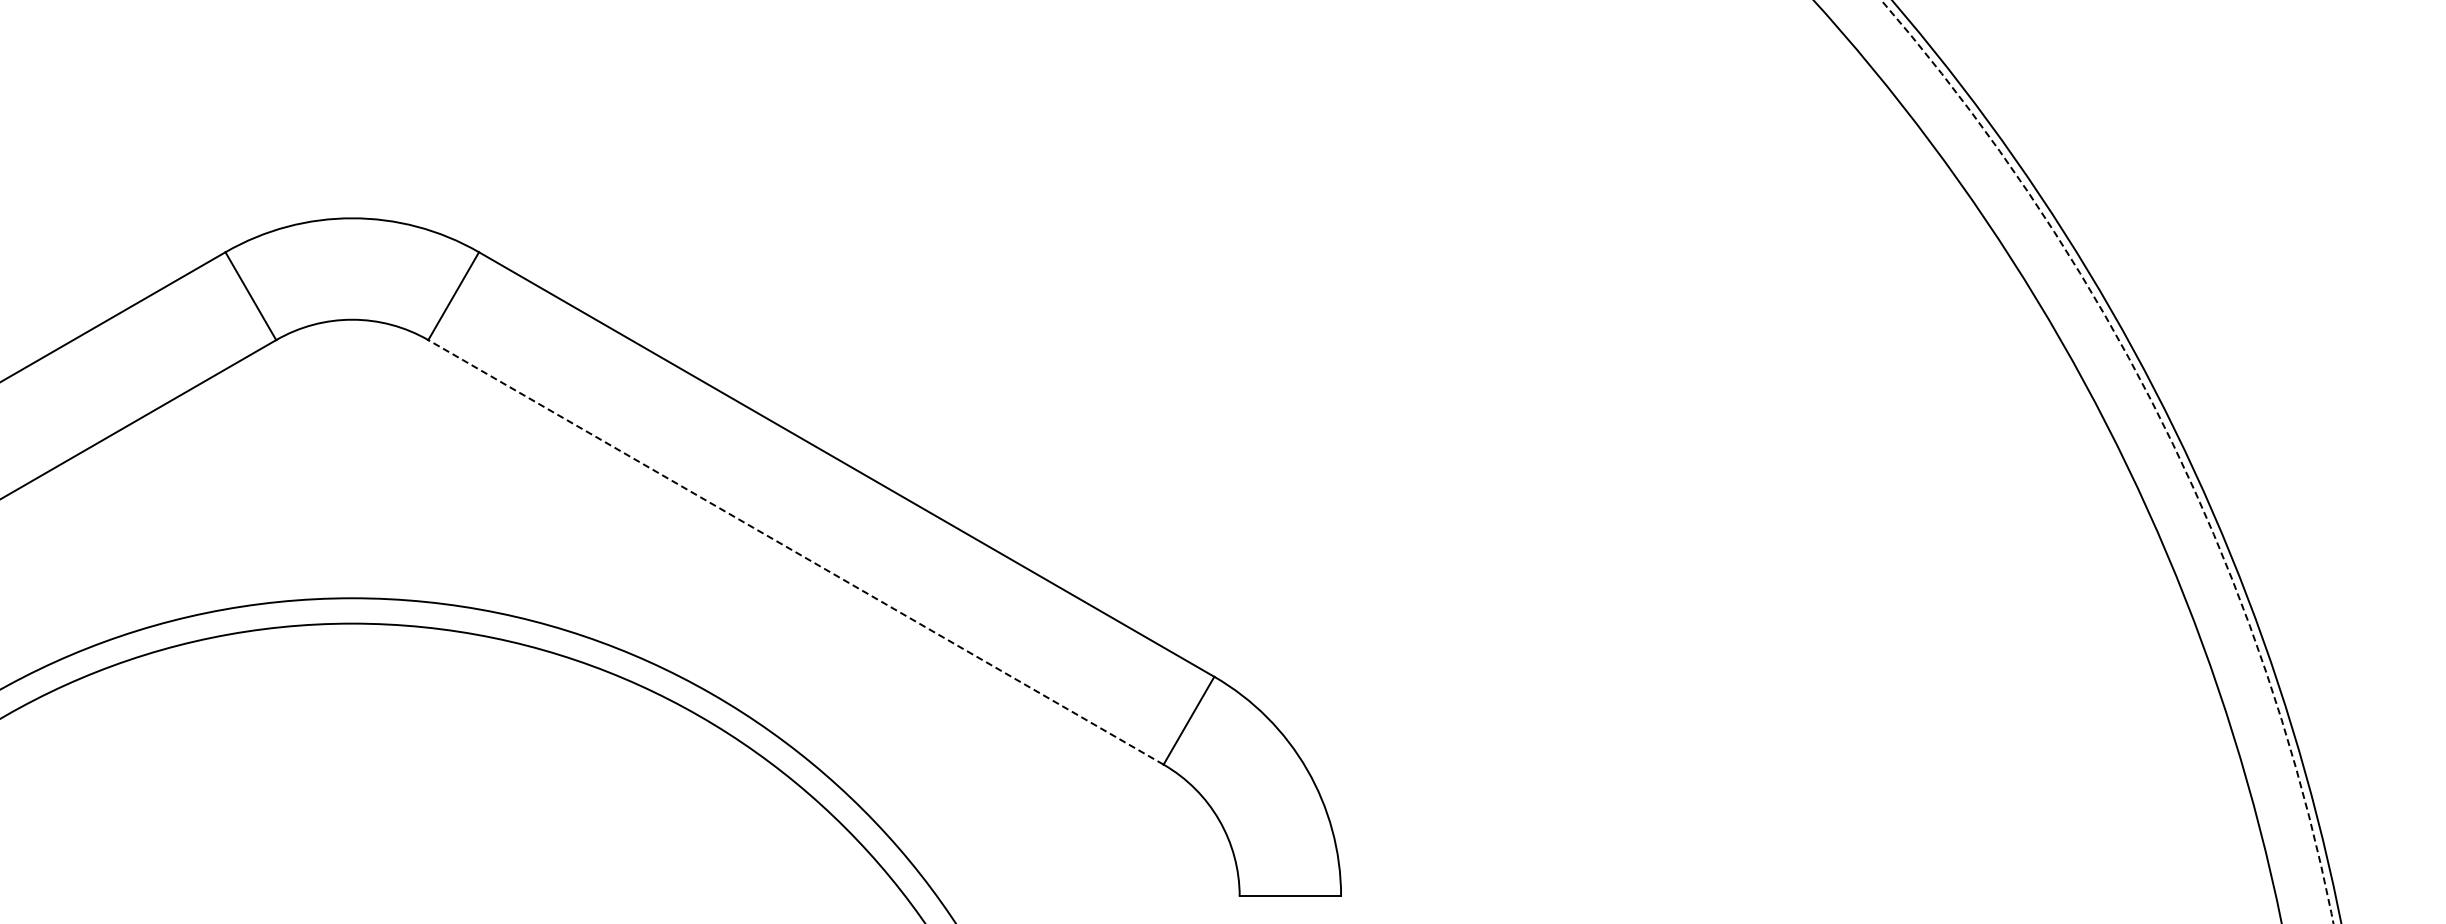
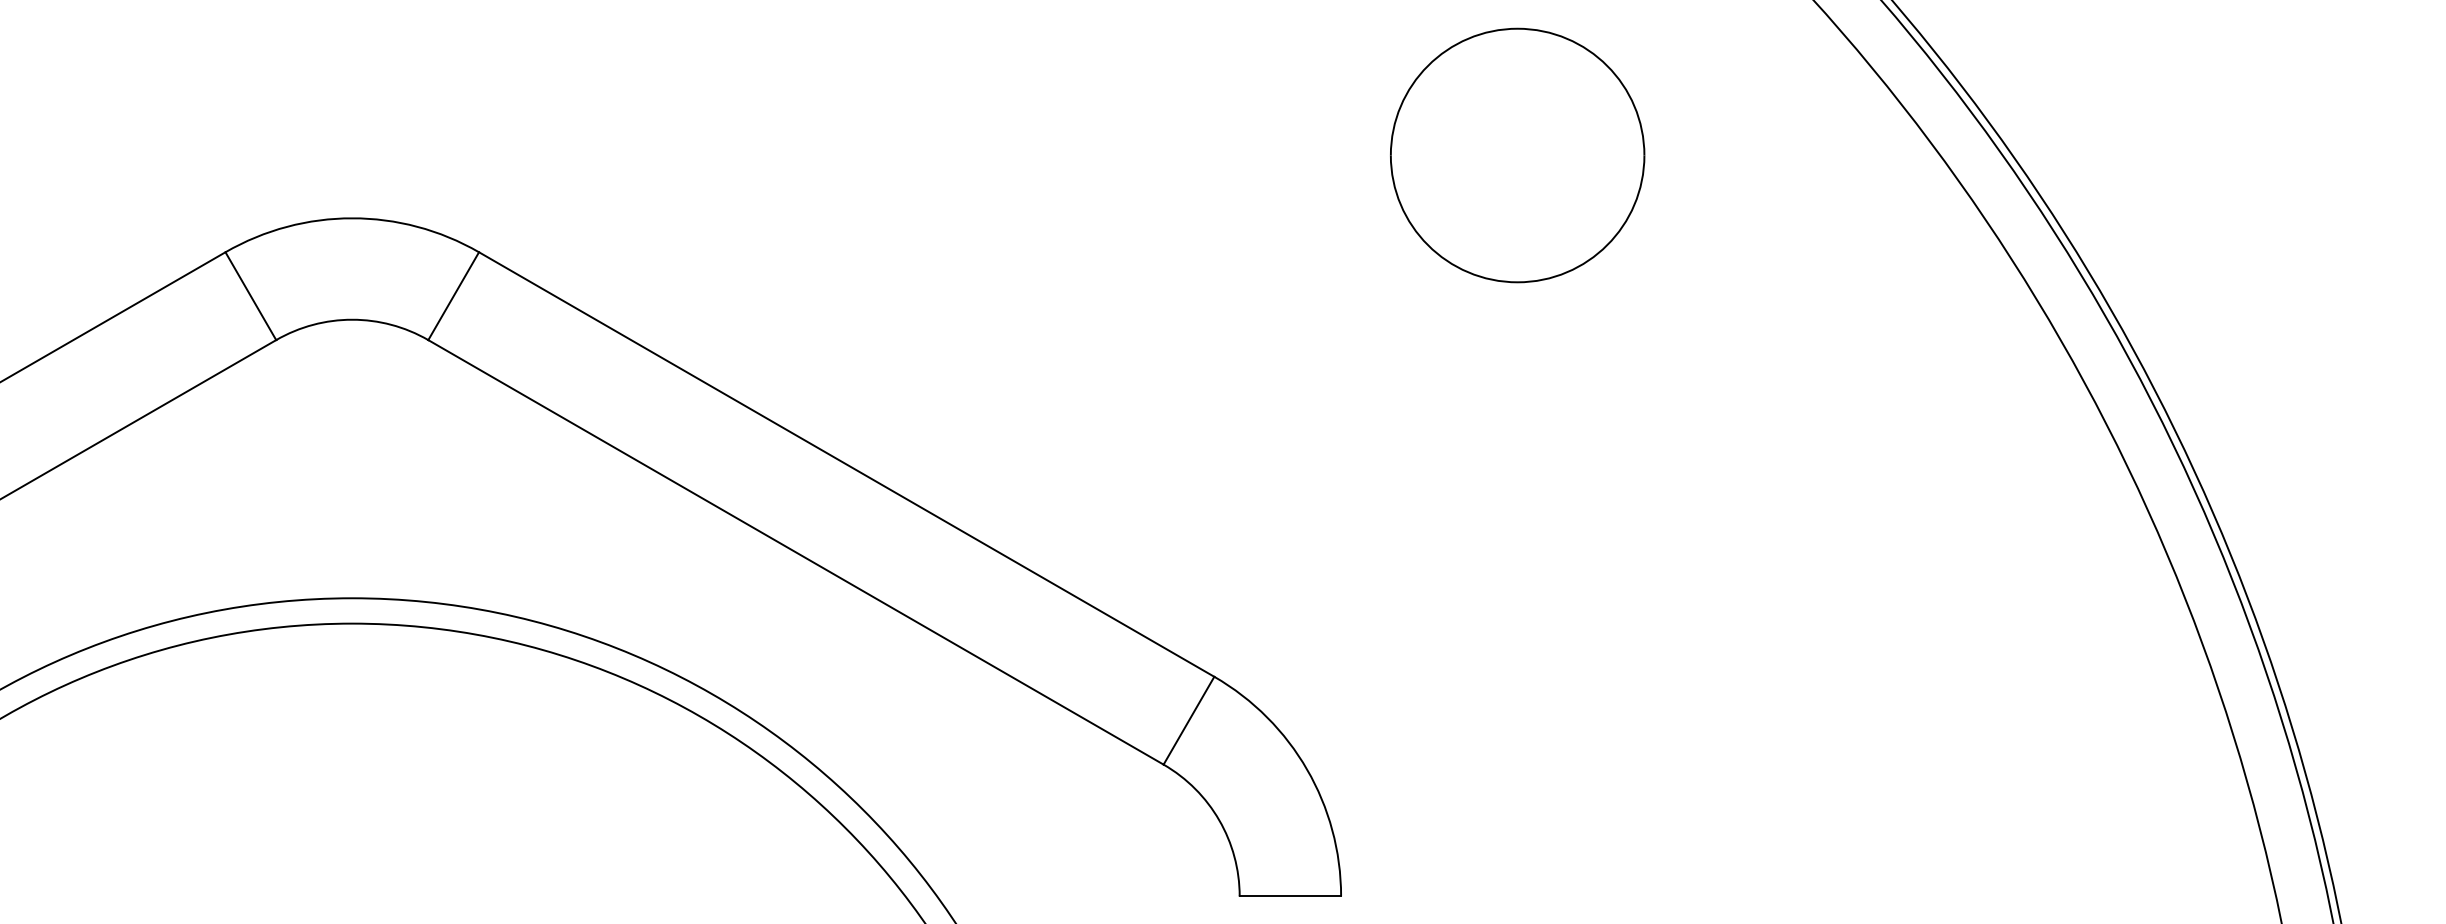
part at (1517, 155): none -> present
arc at (2166, 430): dashed -> solid
line at (795, 552): dashed -> solid
